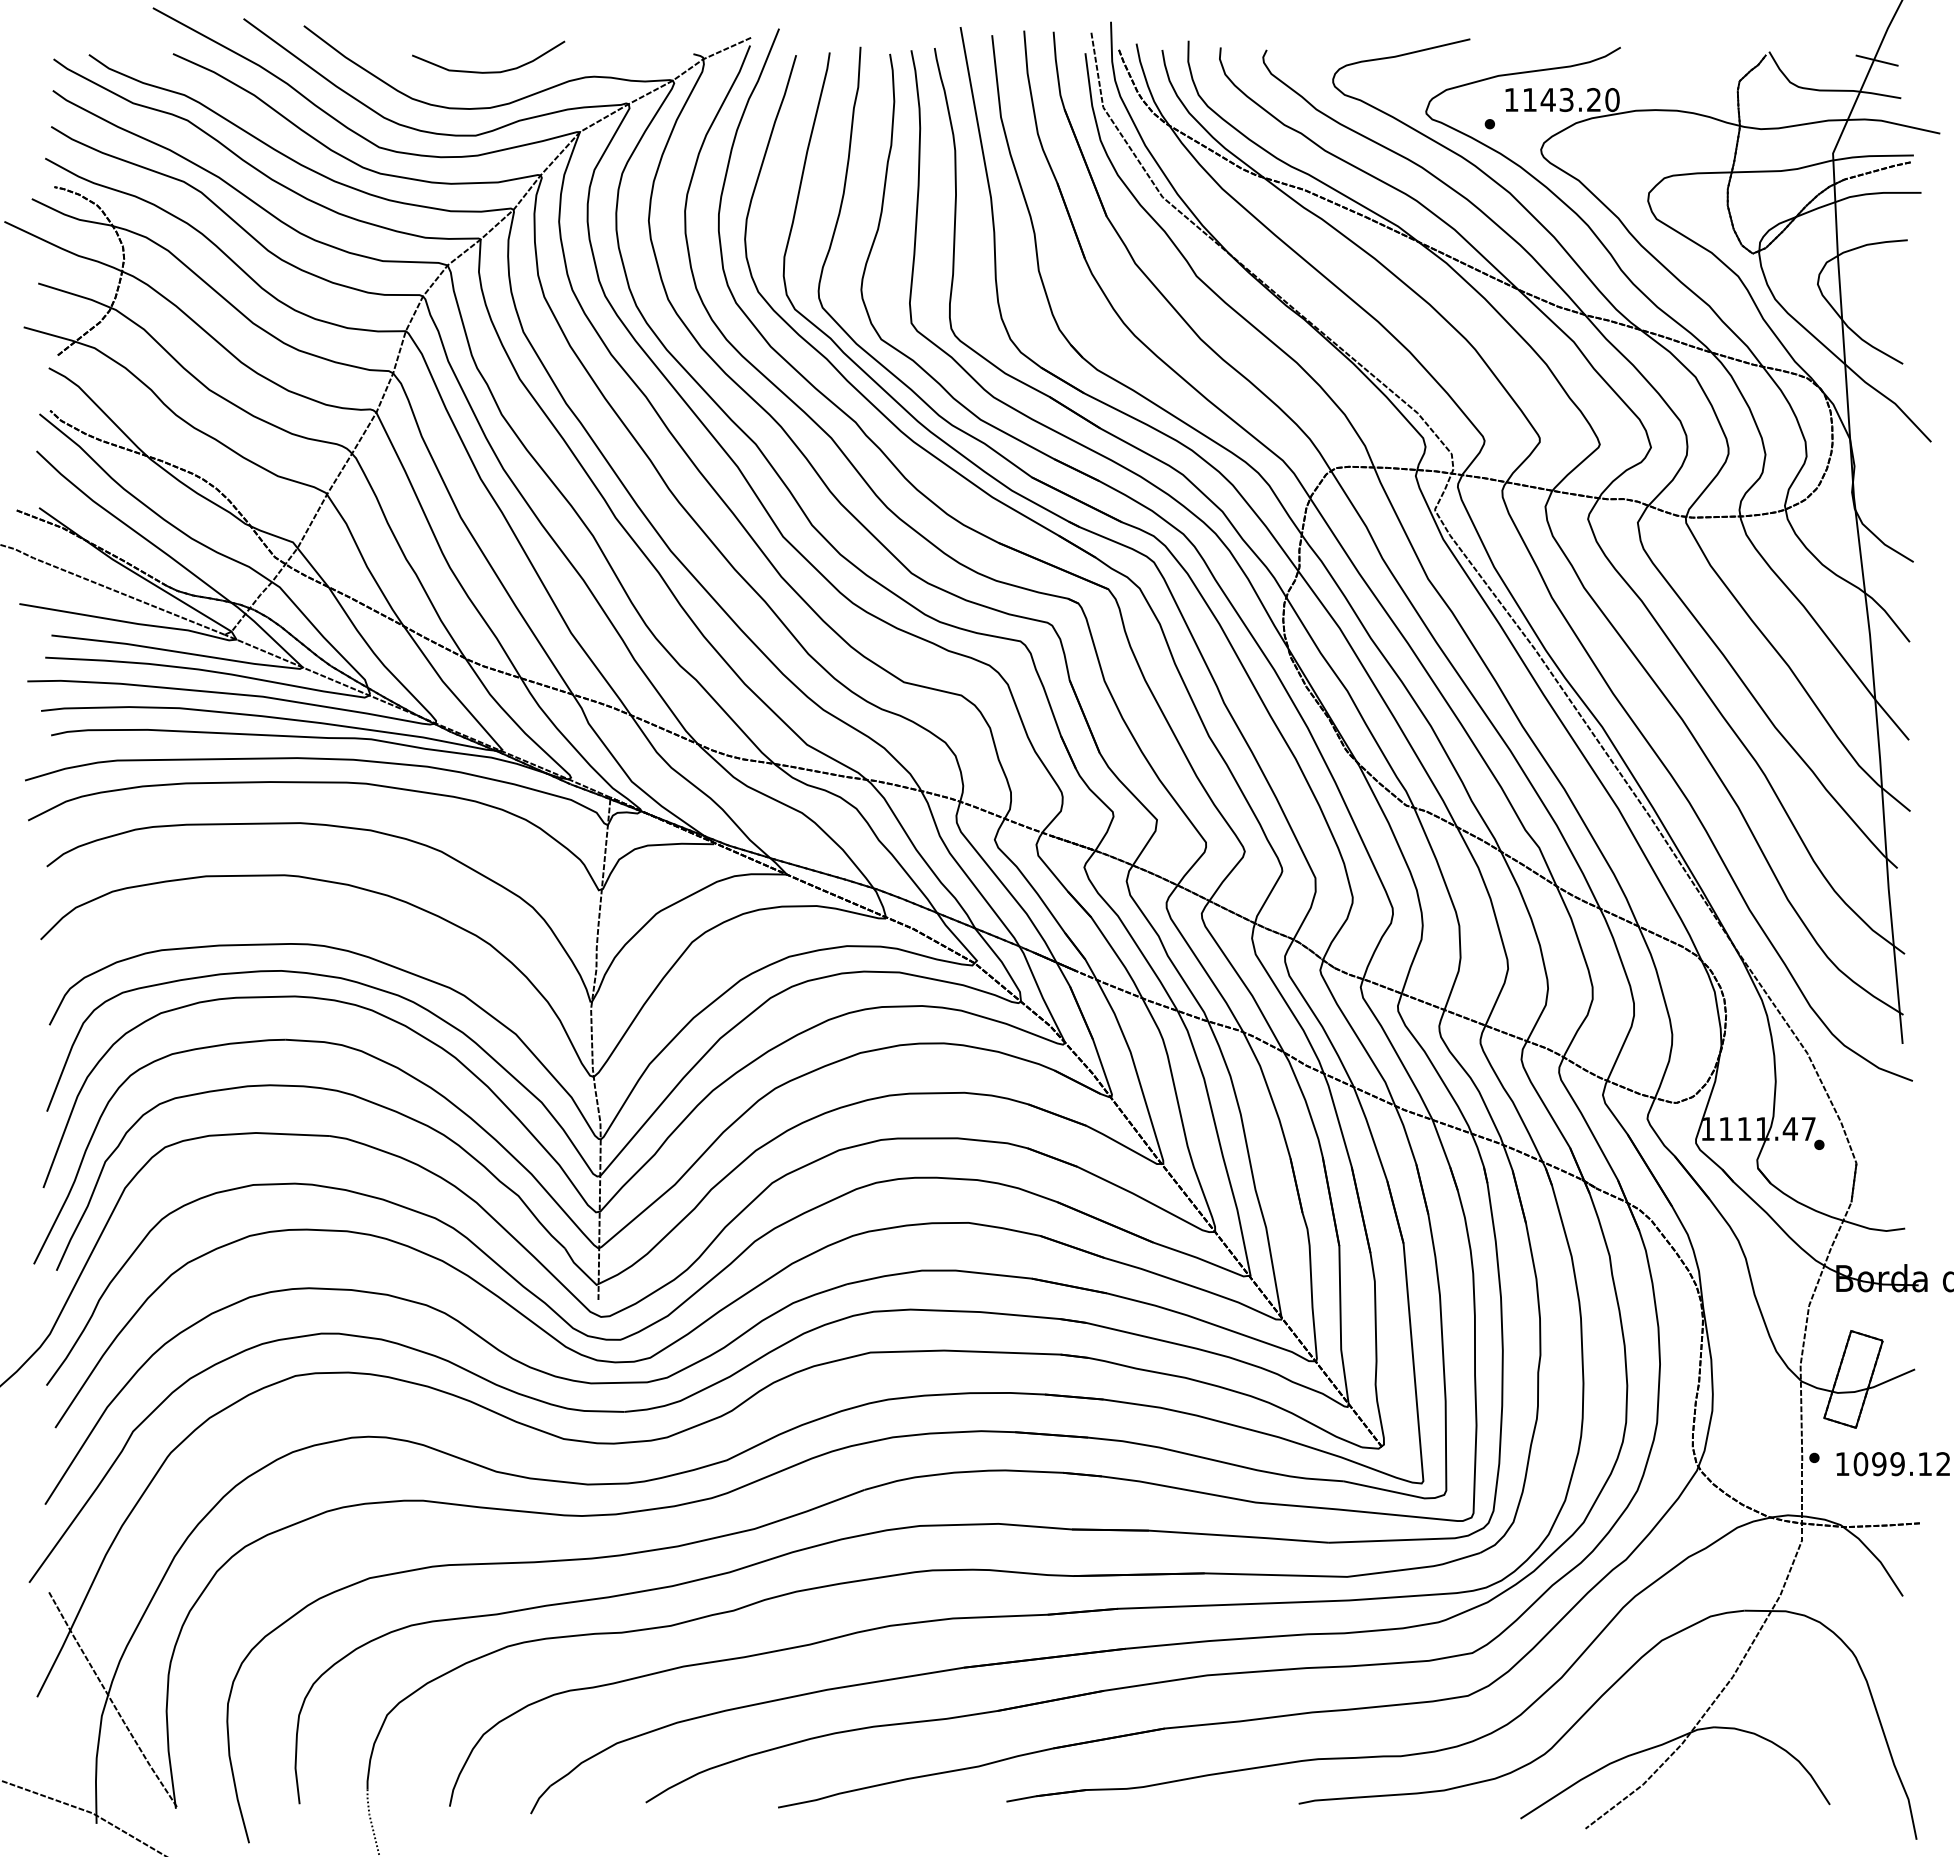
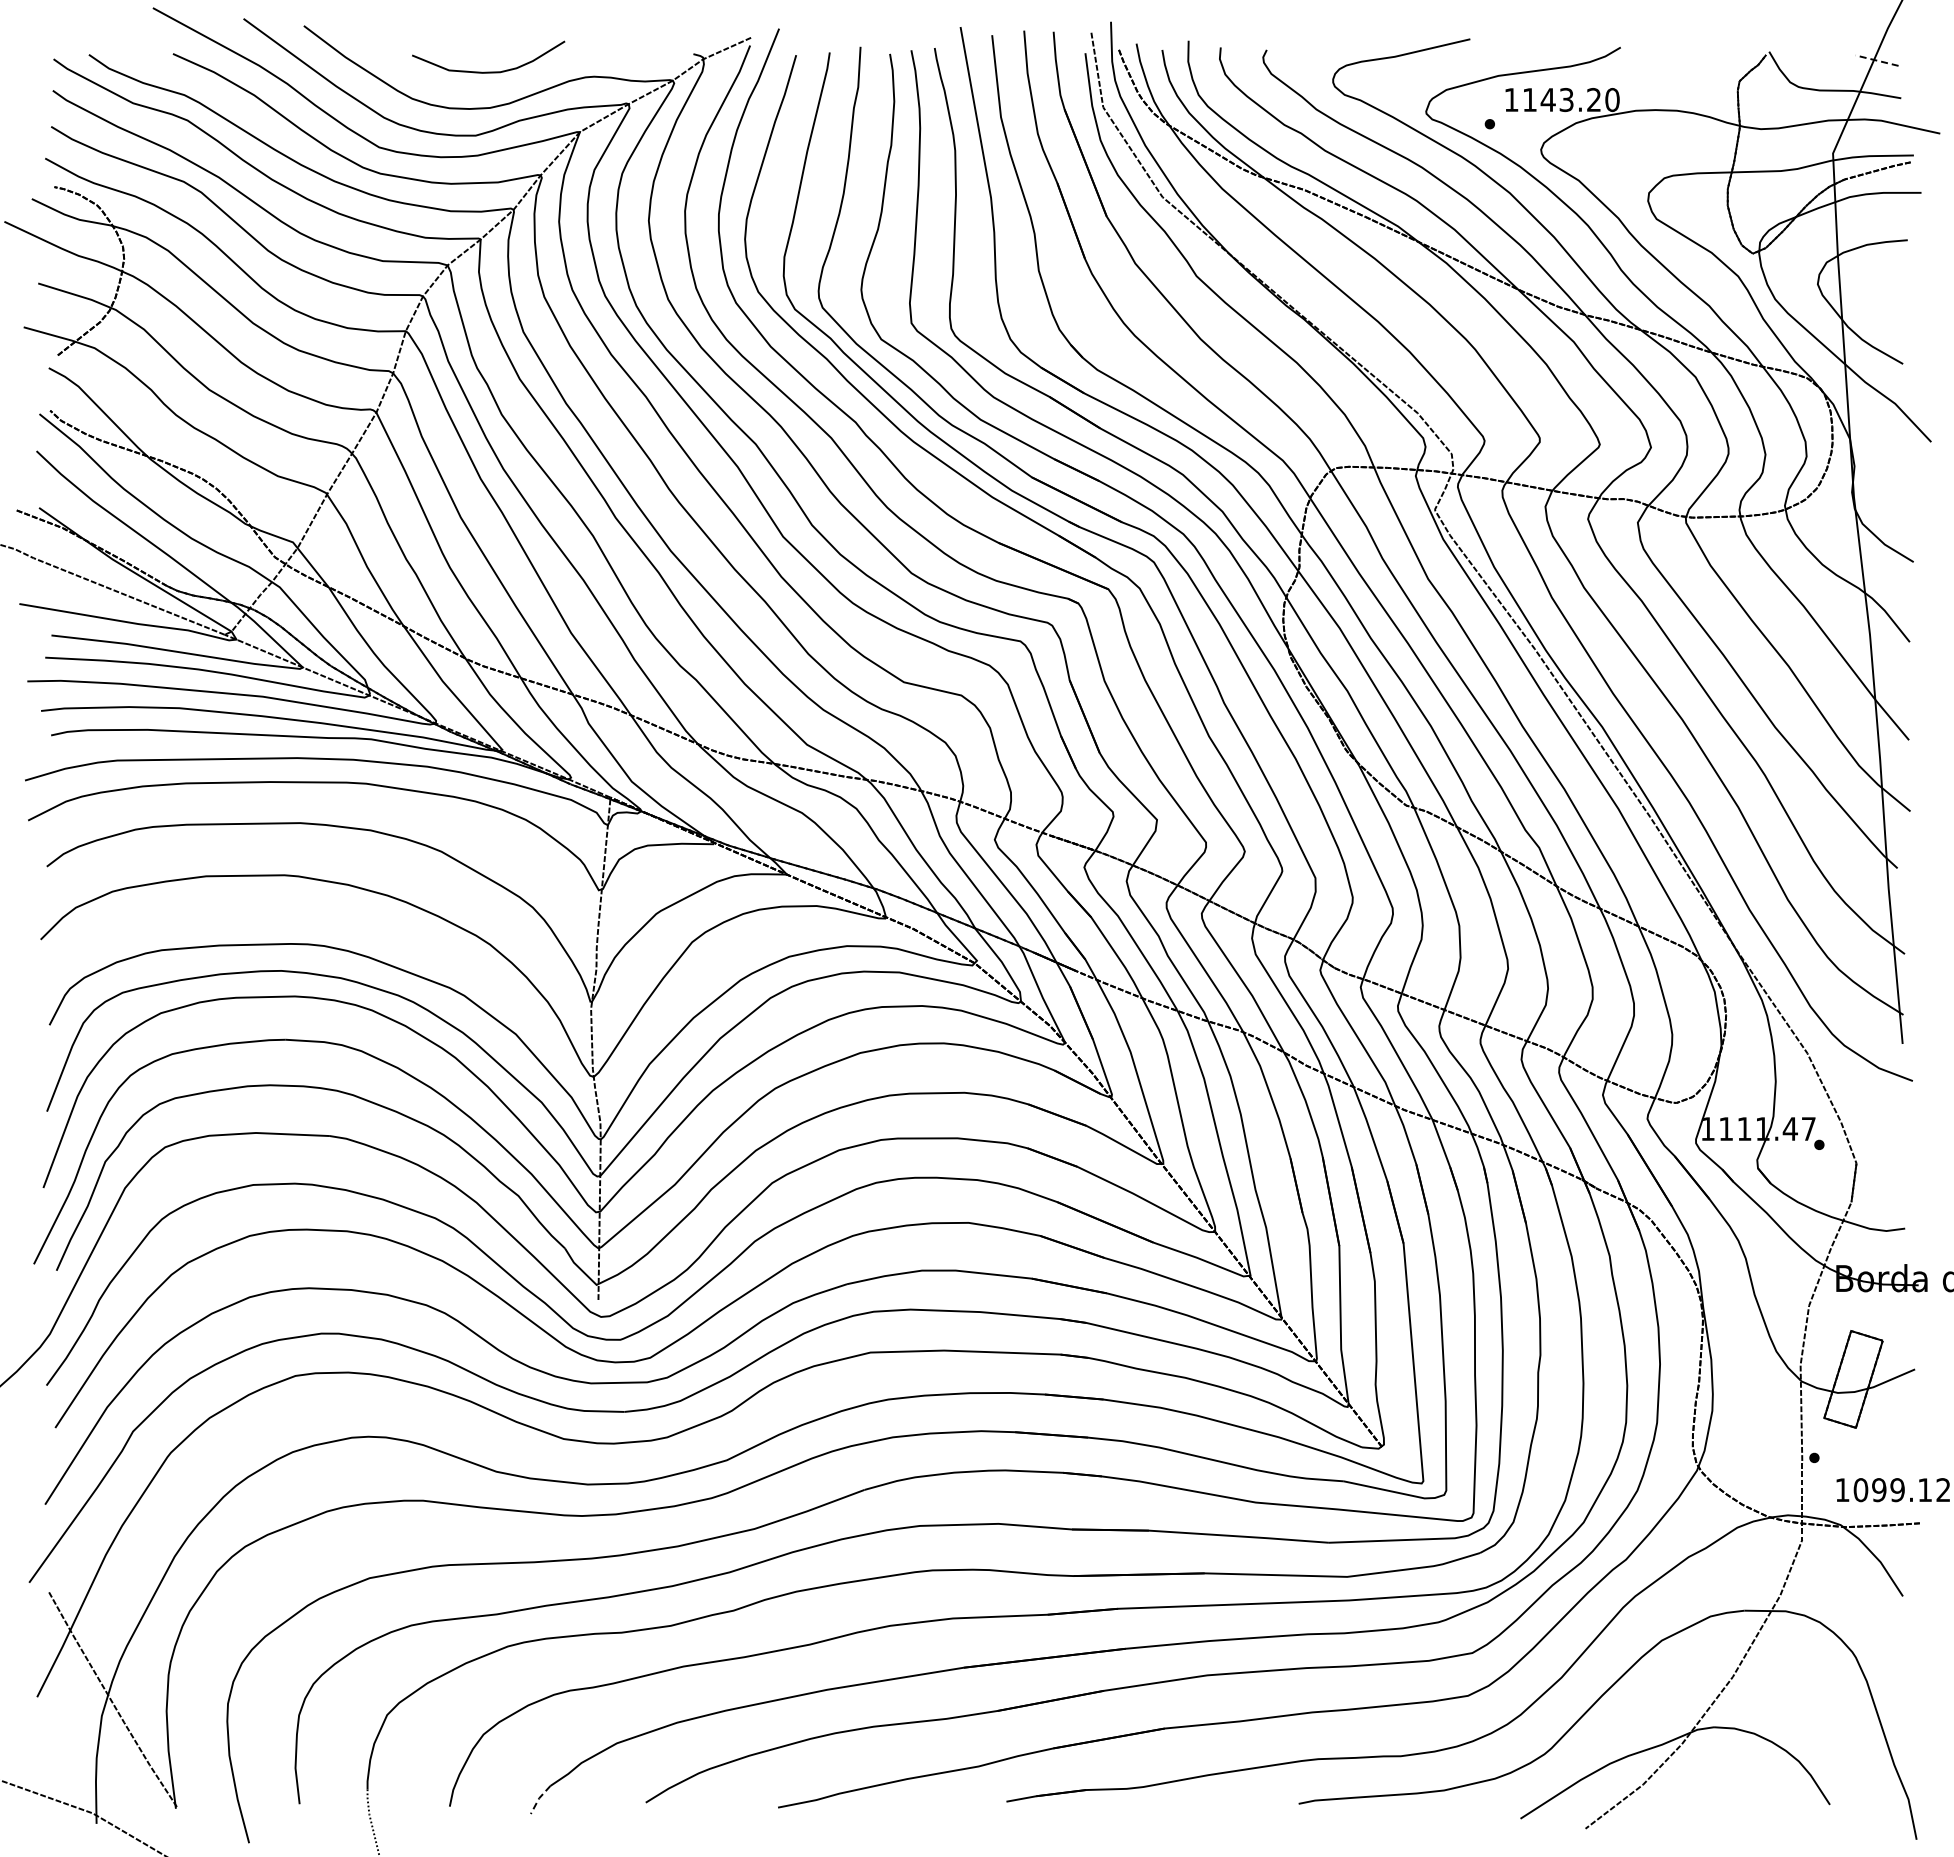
line at (1876, 60): solid -> dashed
text at (1892, 1464) position: (1892, 1464) -> (1892, 1490)
line at (539, 1798): solid -> dashed
